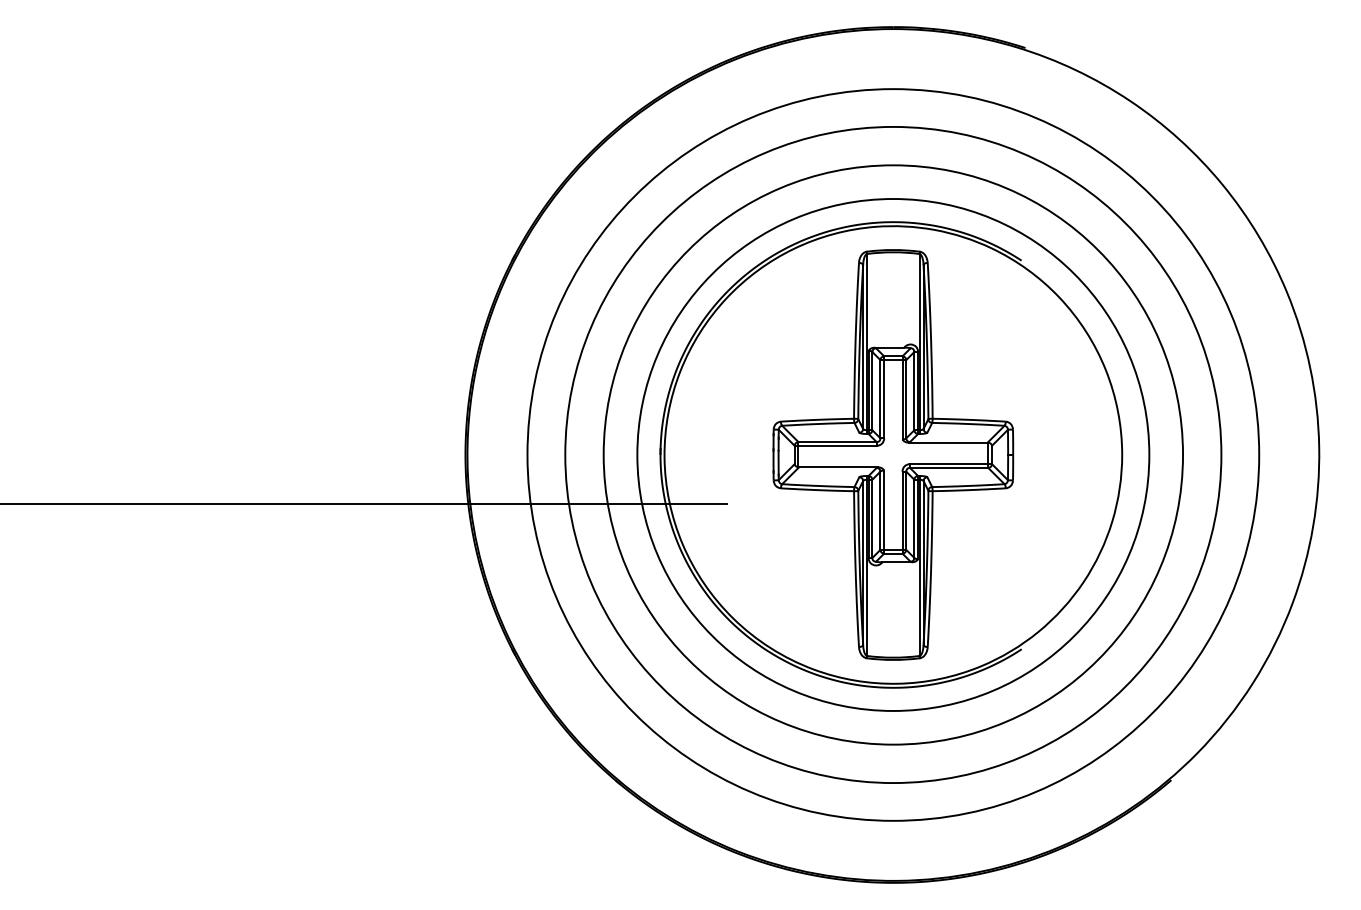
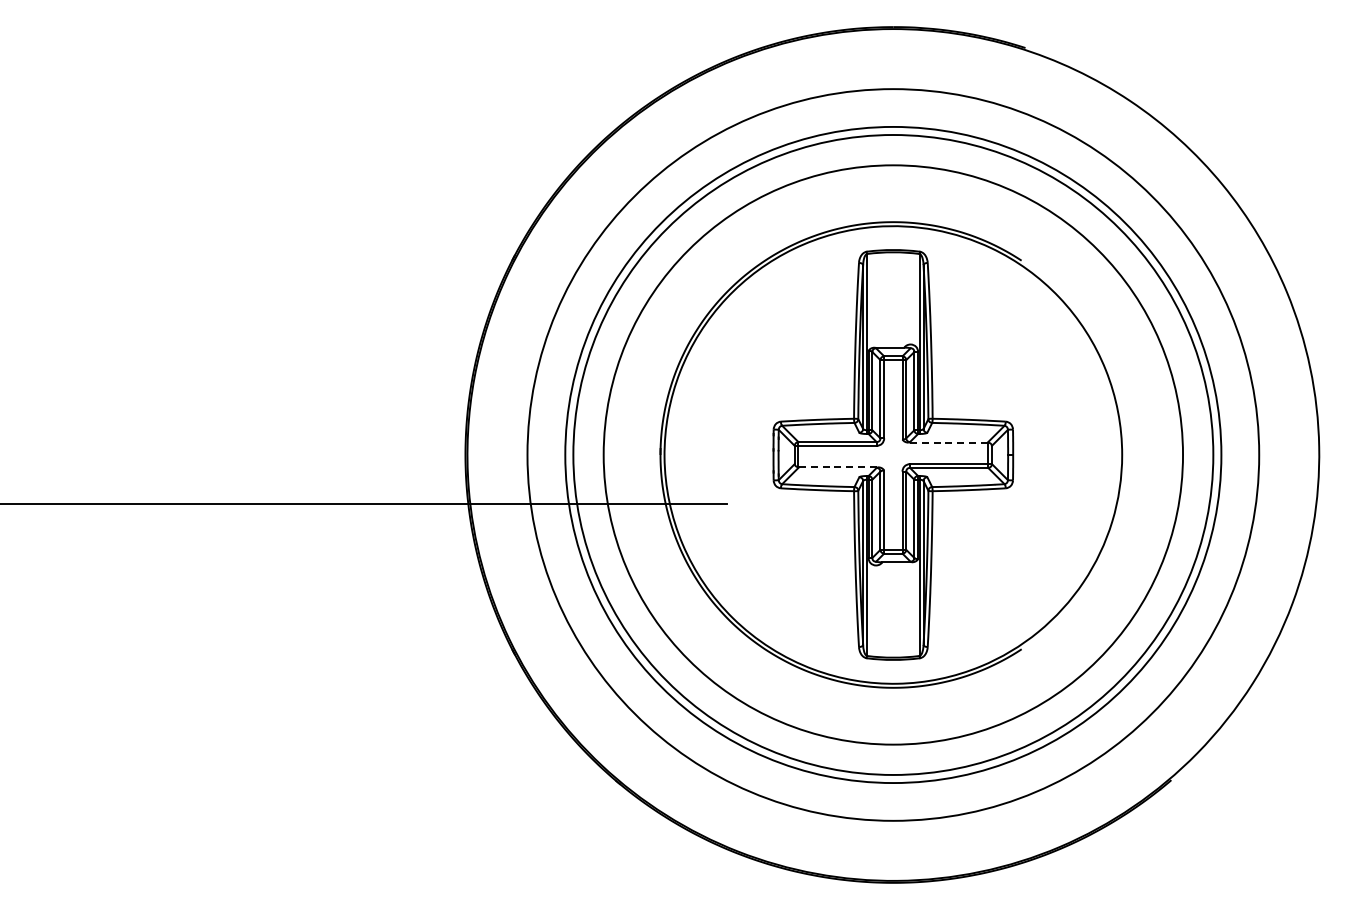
line at (947, 442): solid -> dashed
circle at (893, 454) diameter: 512 px -> 640 px
line at (839, 467): solid -> dashed
